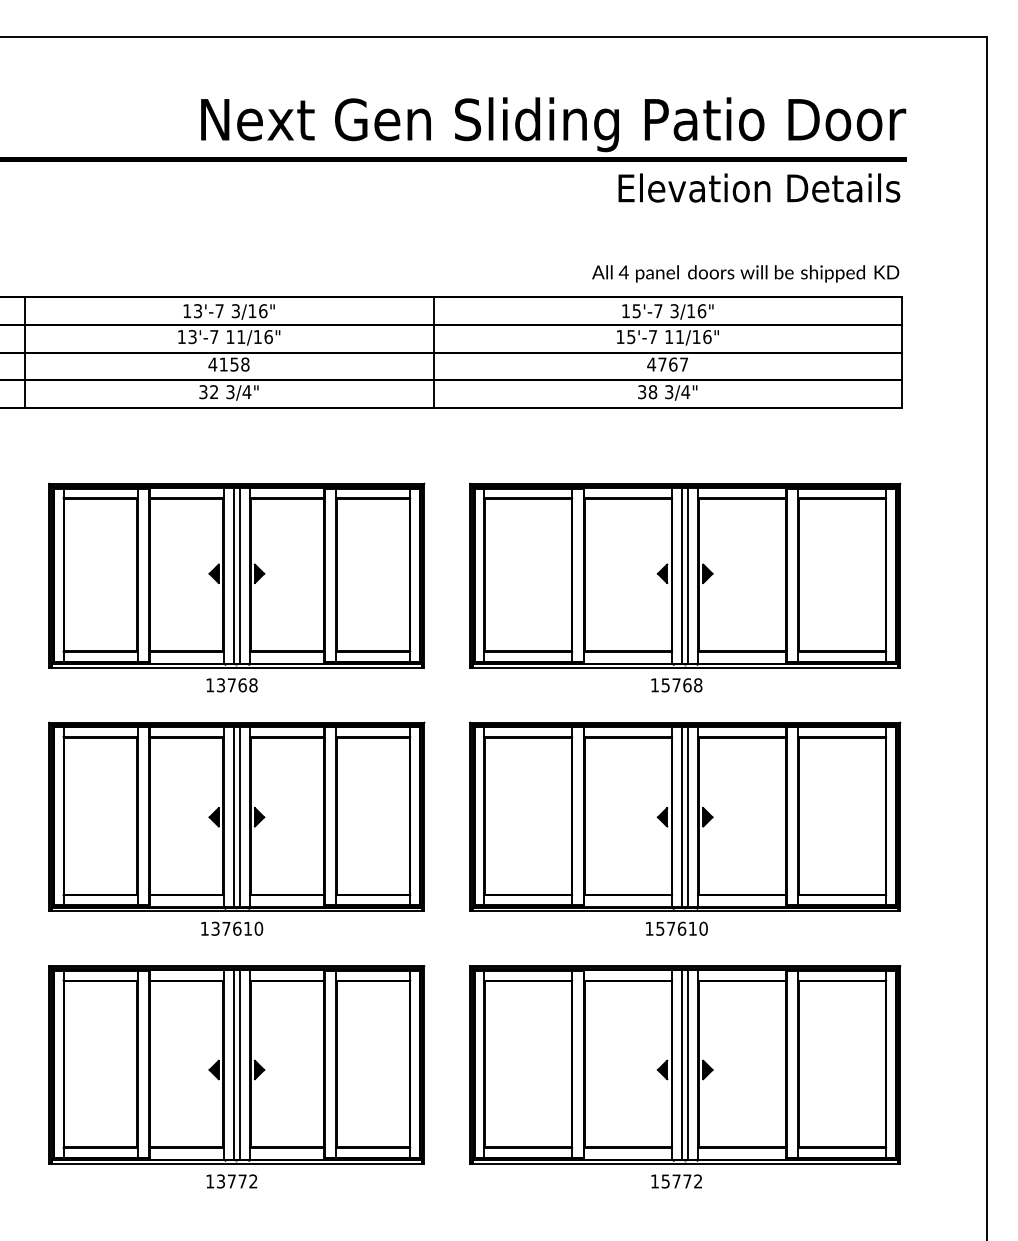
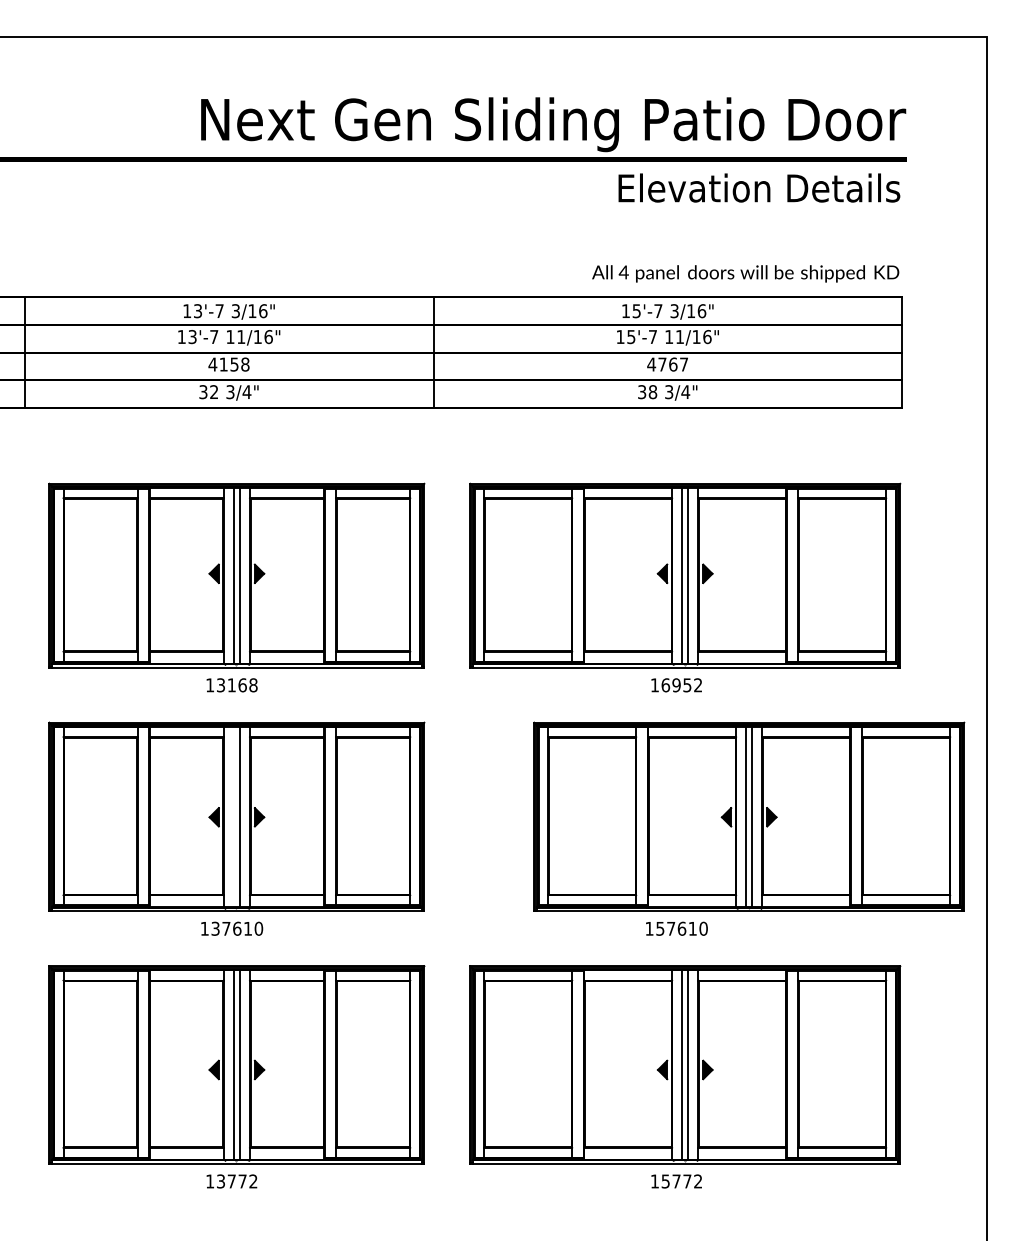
text at (231, 685): 13768 -> 13168
text at (681, 685): 15768 -> 16952
line at (233, 816): present -> none
part at (685, 816) position: (685, 816) -> (749, 816)
